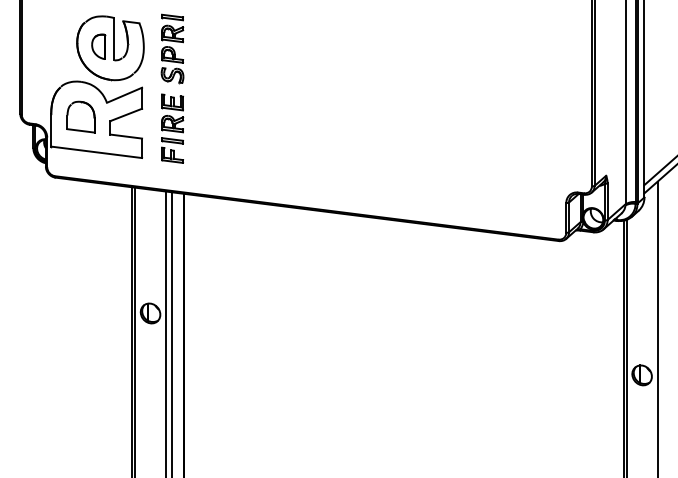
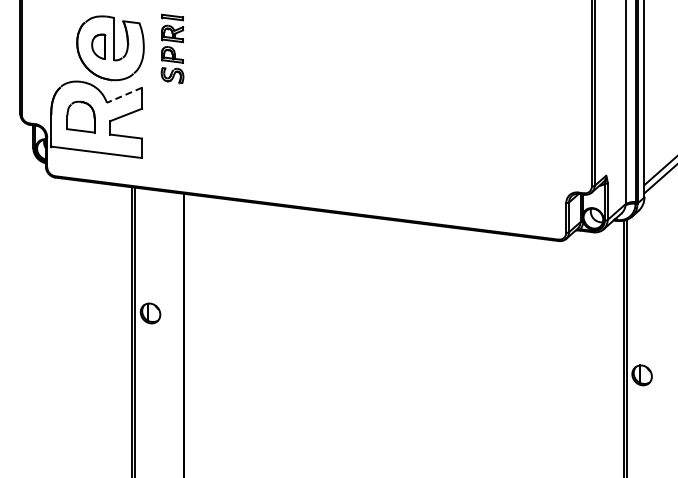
line at (124, 95): solid -> dashed
part at (172, 128): present -> none
line at (657, 327): present -> none
line at (166, 332): present -> none
line at (171, 333): present -> none
